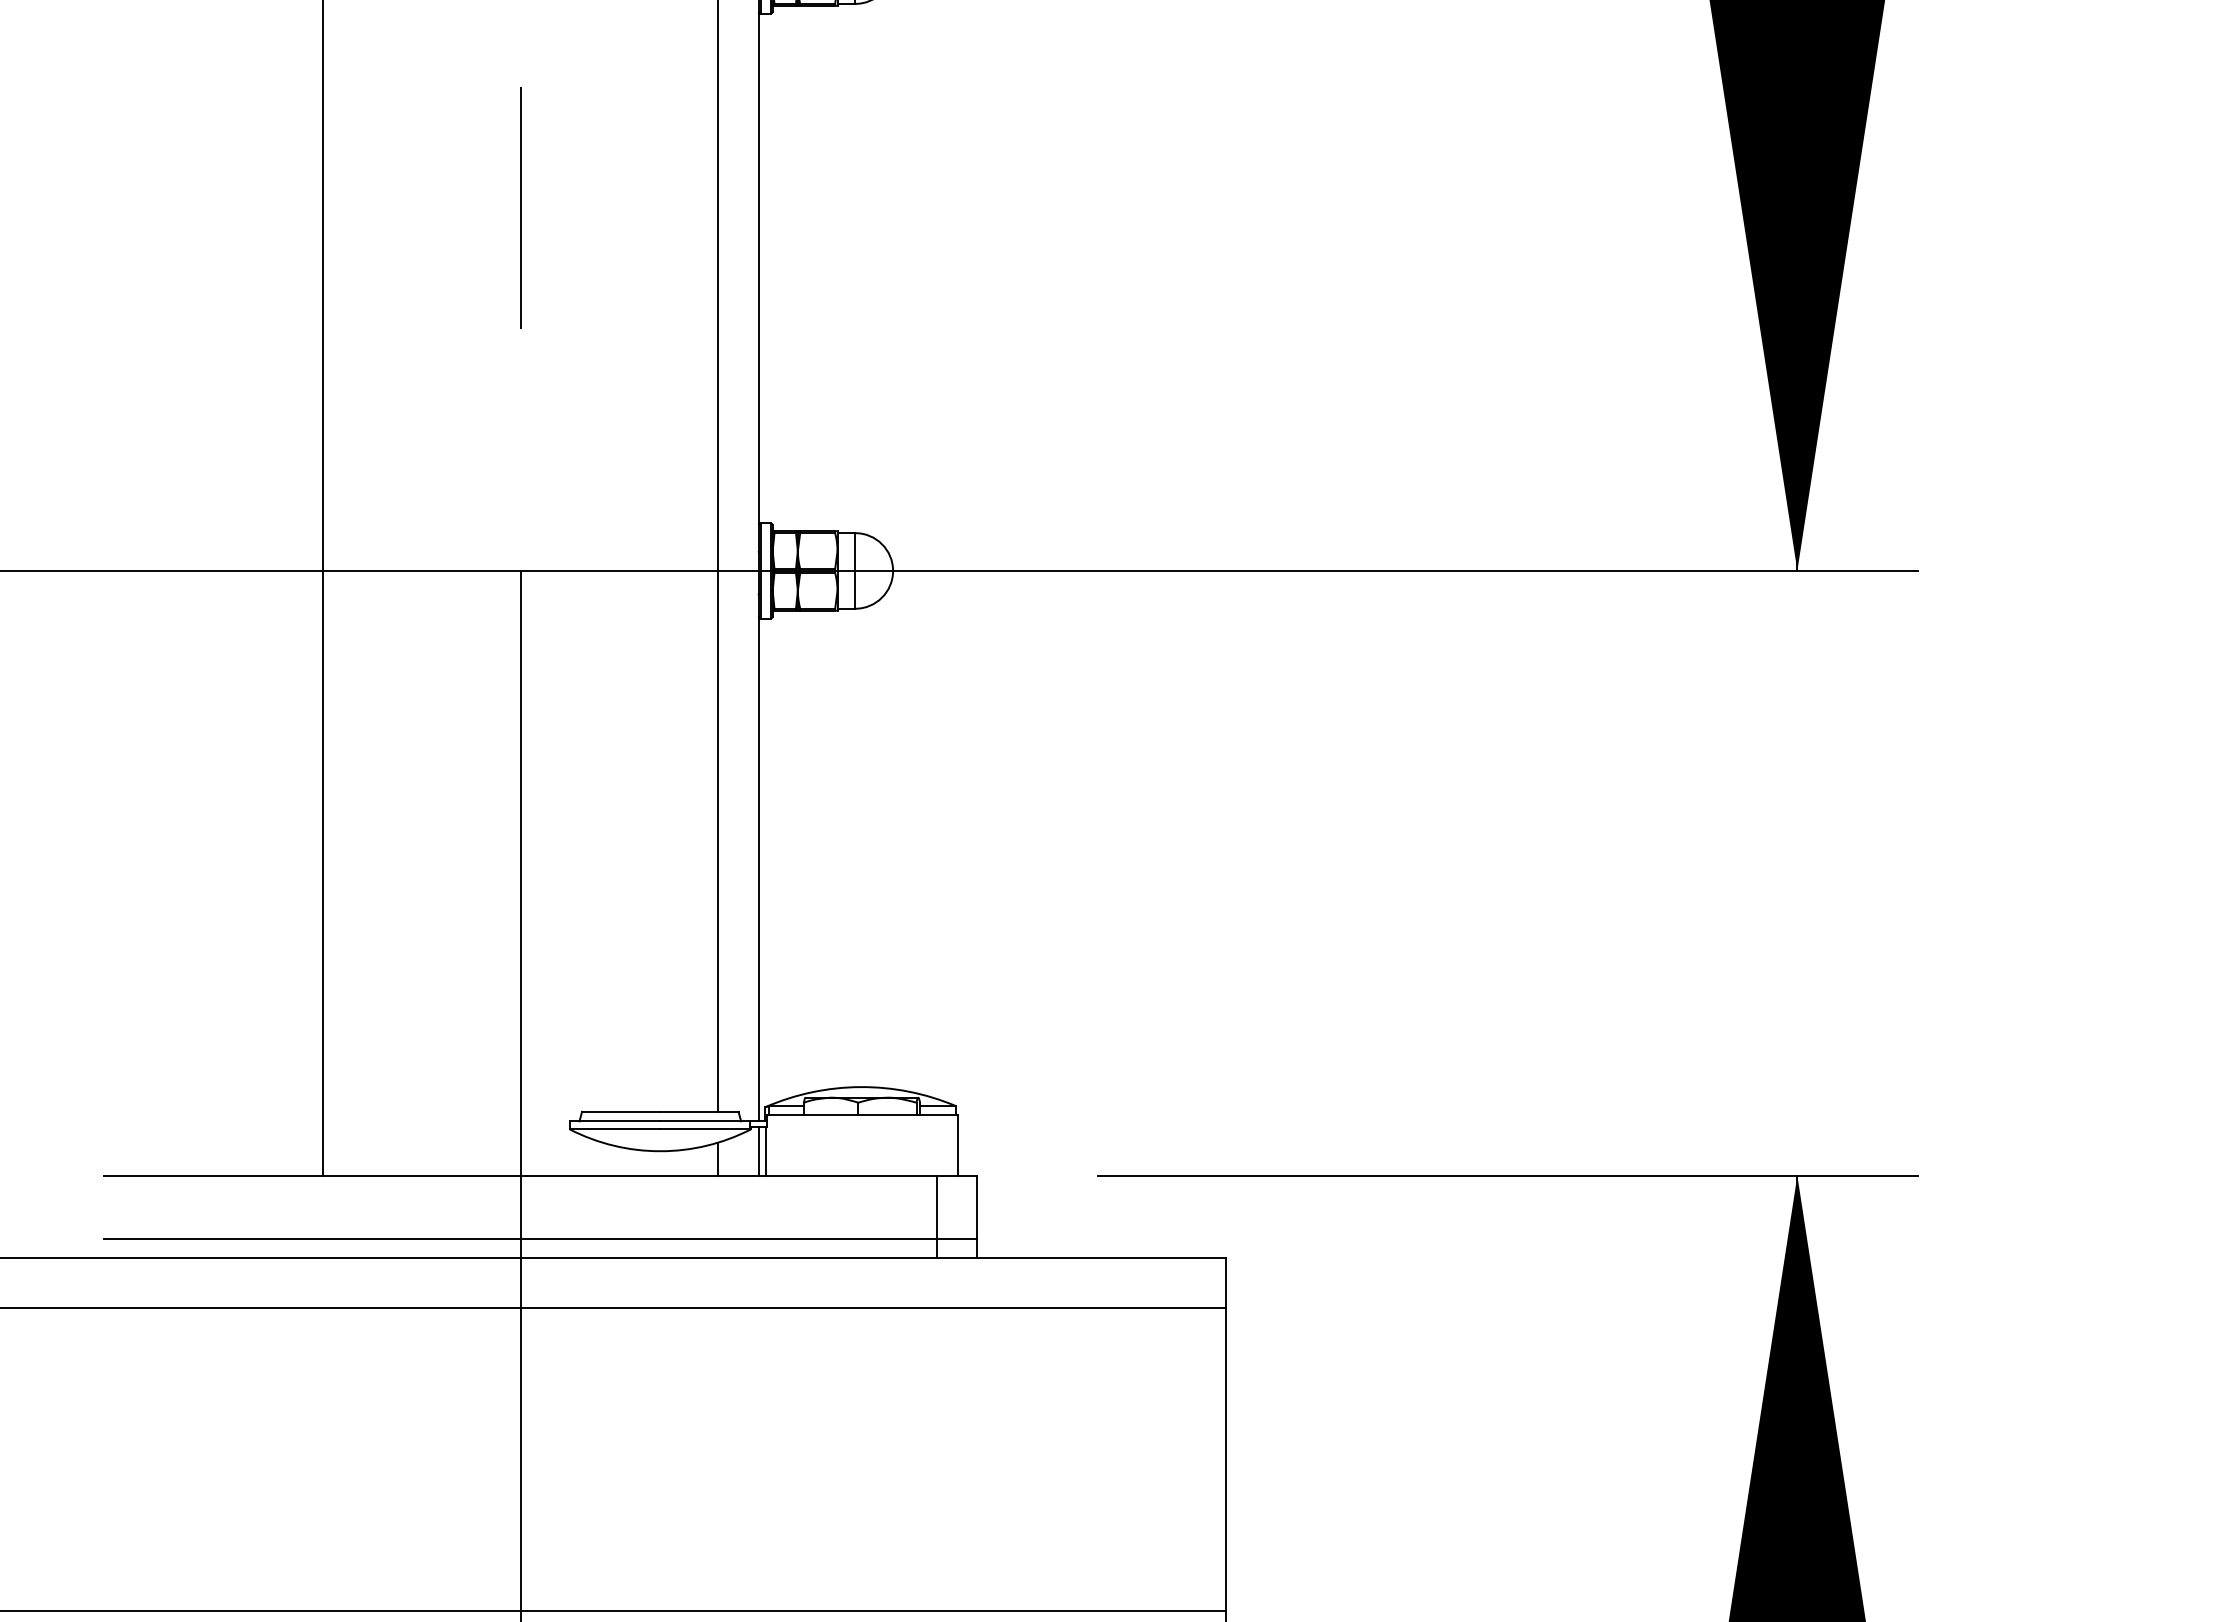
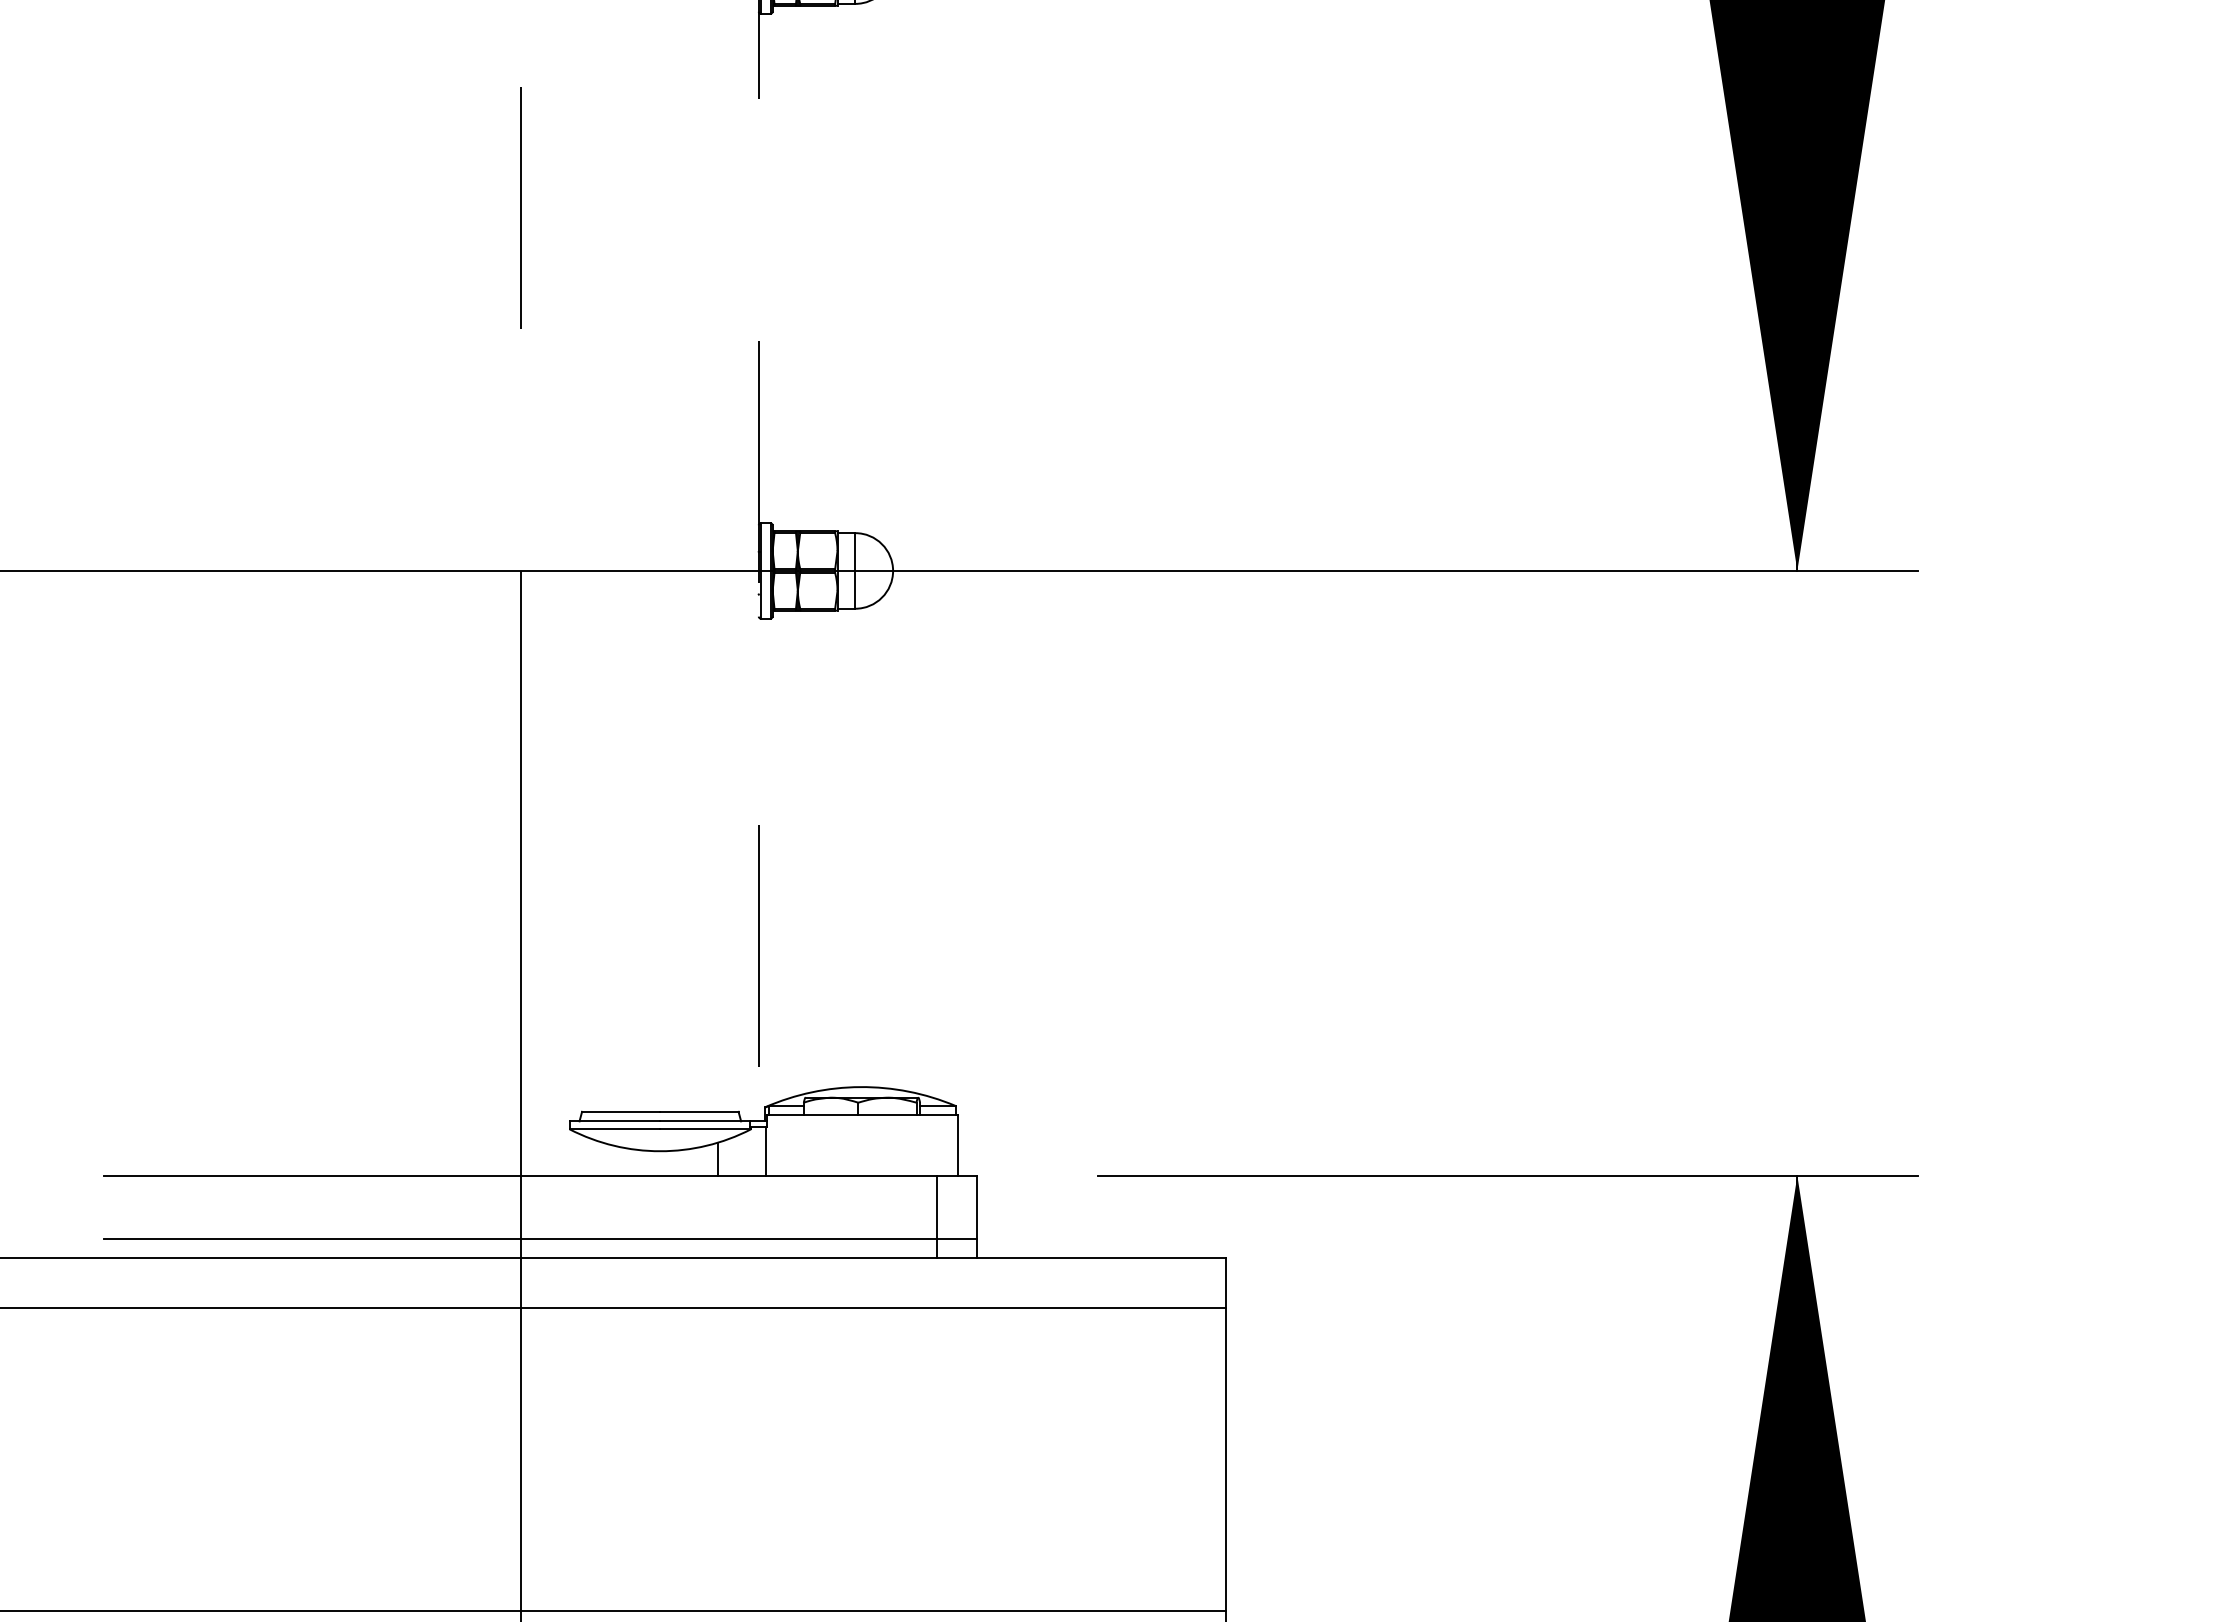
line at (718, 556): present -> none
line at (758, 561): solid -> dashed
line at (322, 588): present -> none
line at (758, 1151): present -> none
